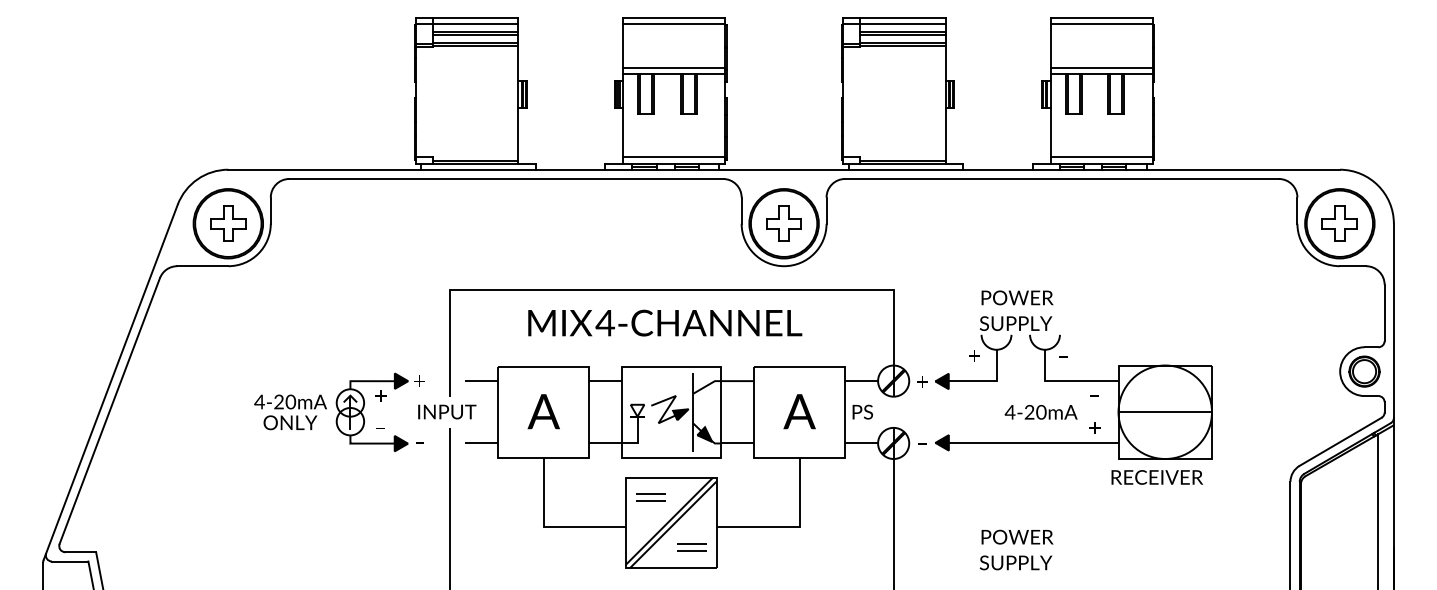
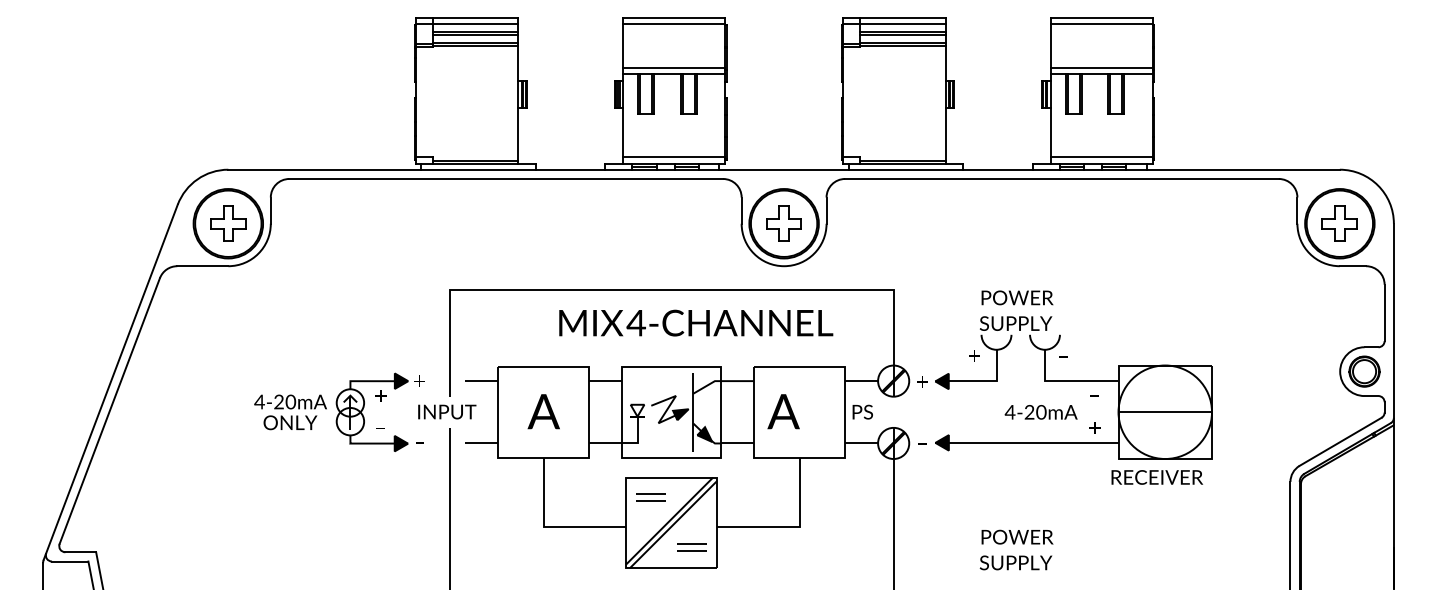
text at (665, 322) position: (665, 322) -> (696, 322)
text at (799, 411) position: (799, 411) -> (783, 411)
line at (1378, 510): present -> none
